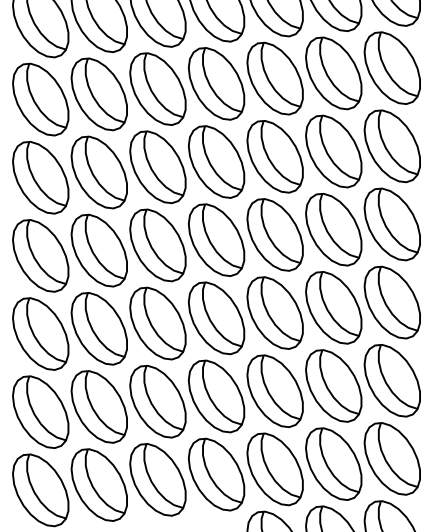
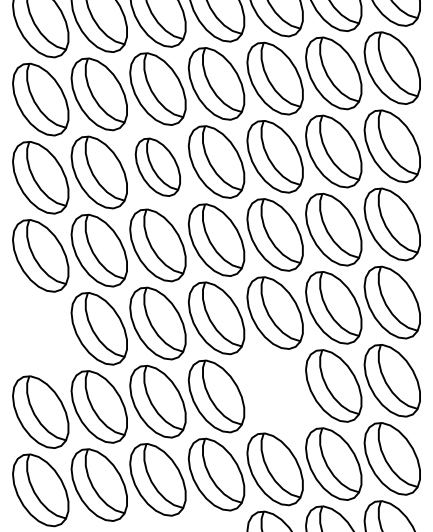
part at (157, 167) size: 58x75 px -> 47x60 px
part at (40, 333): present -> none
part at (274, 390): present -> none
